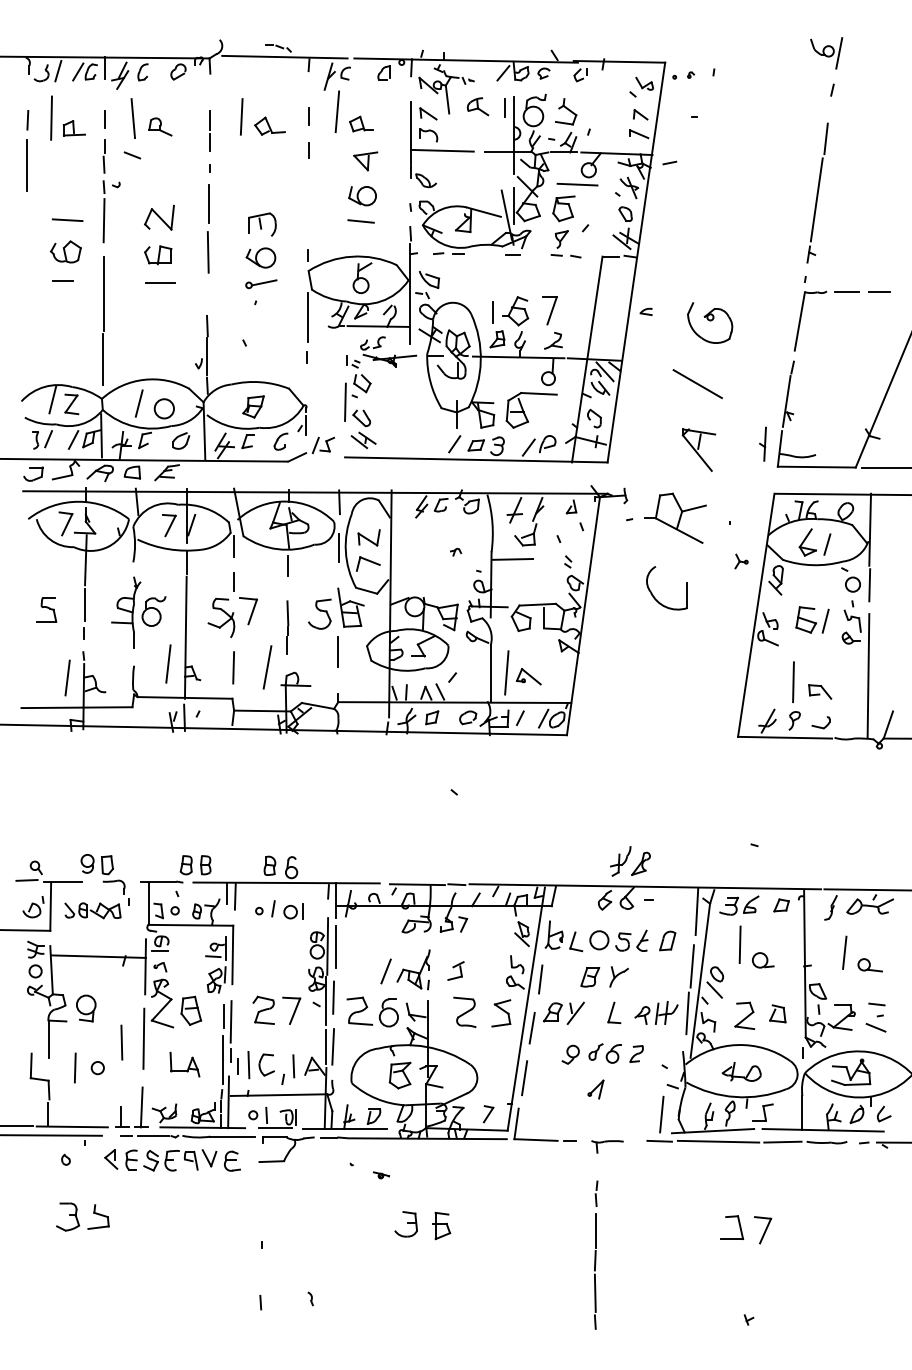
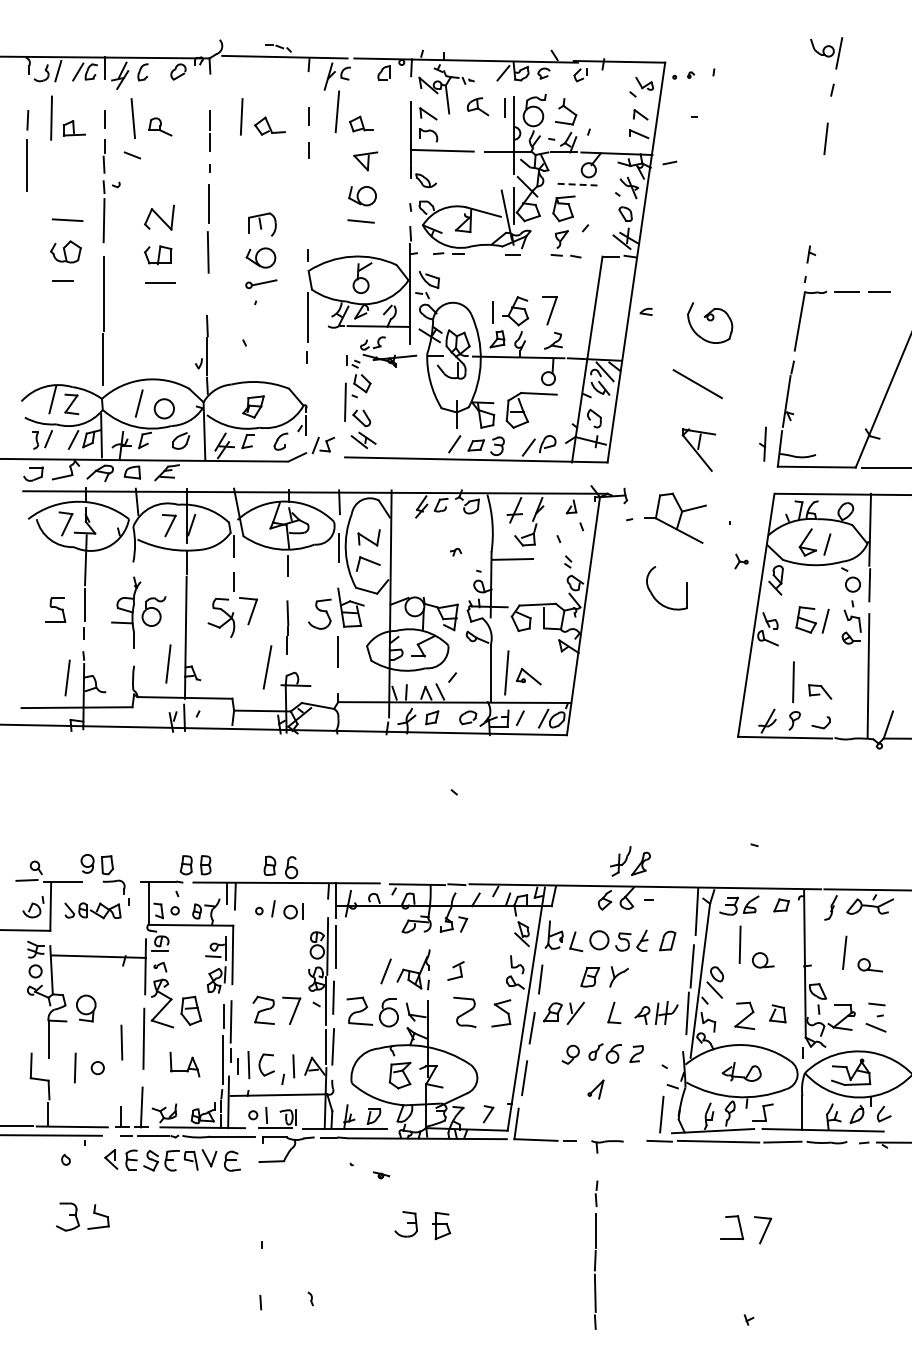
line at (577, 184): solid -> dashed
line at (816, 199): present -> none
part at (46, 609) position: (46, 609) -> (55, 609)
line at (233, 667): present -> none
